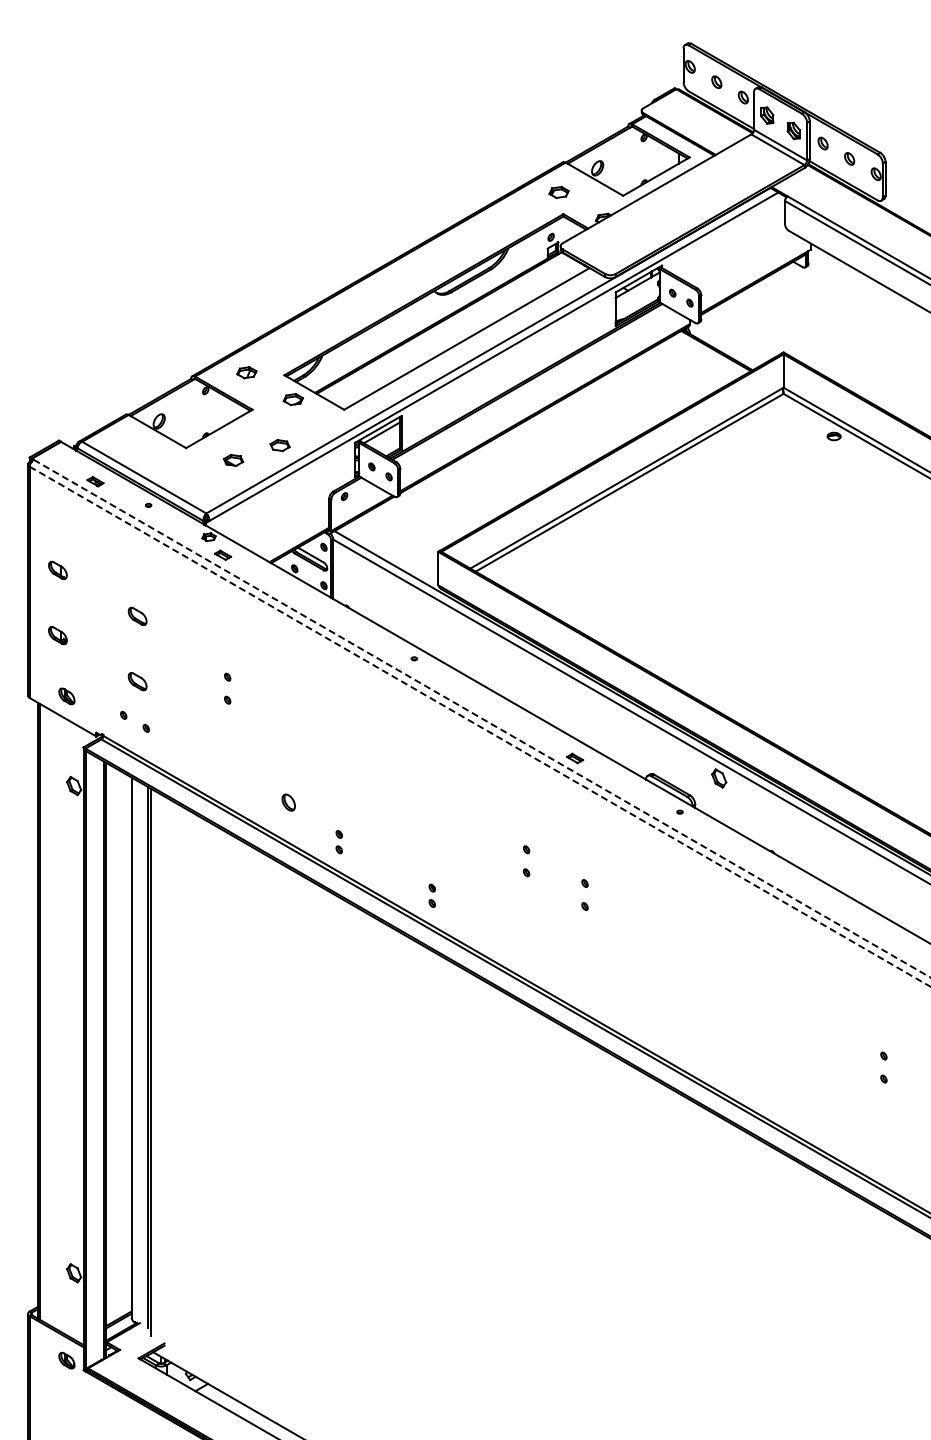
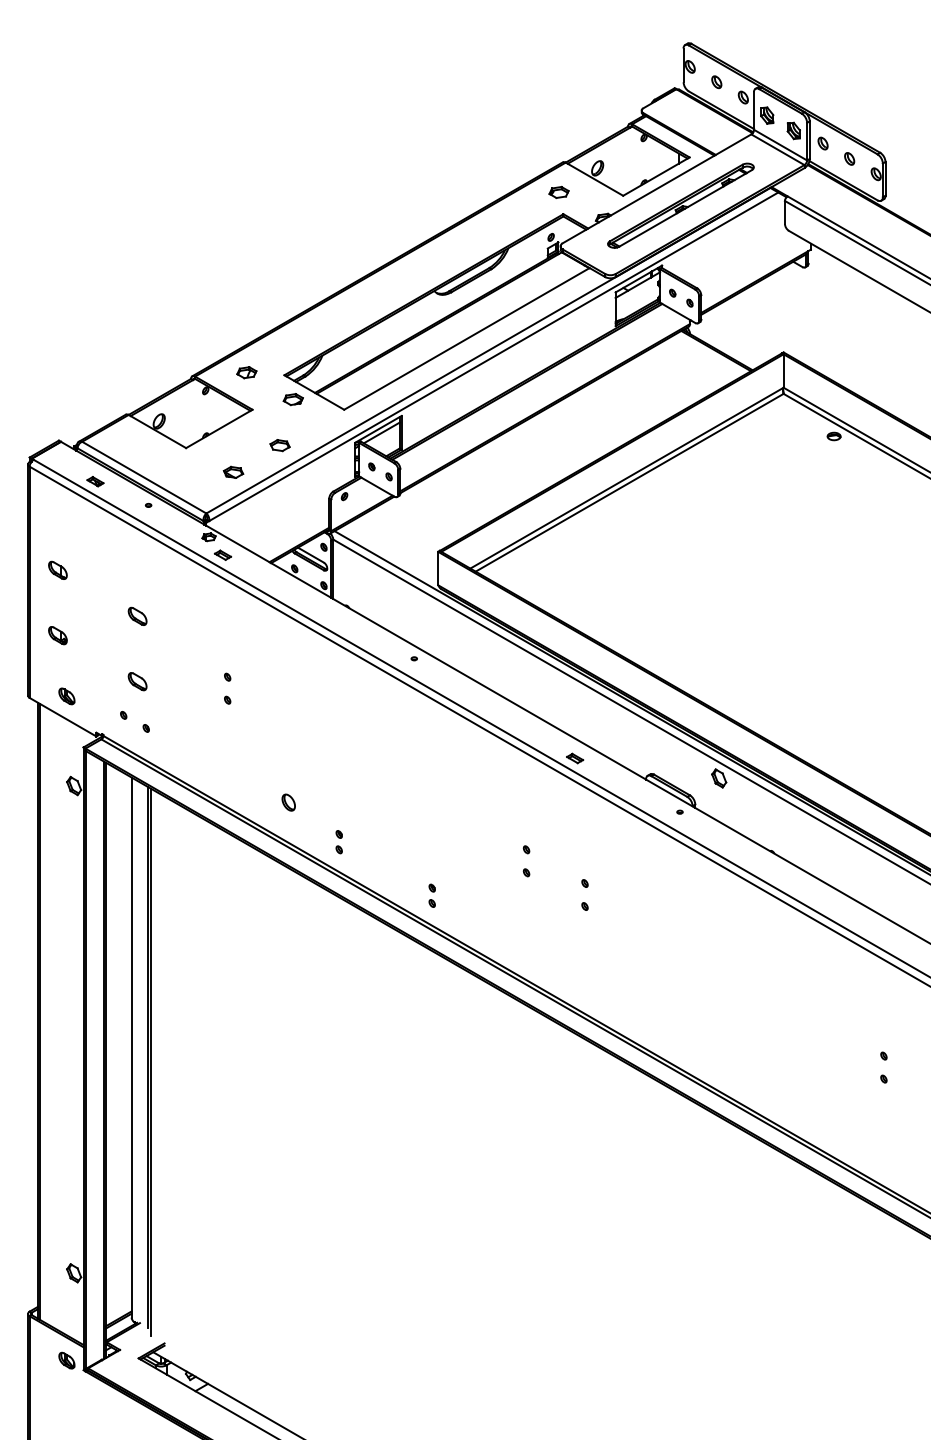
part at (680, 205): none -> present
part at (233, 459) position: (233, 459) -> (233, 471)
line at (482, 718): dashed -> solid
line at (480, 726): dashed -> solid
